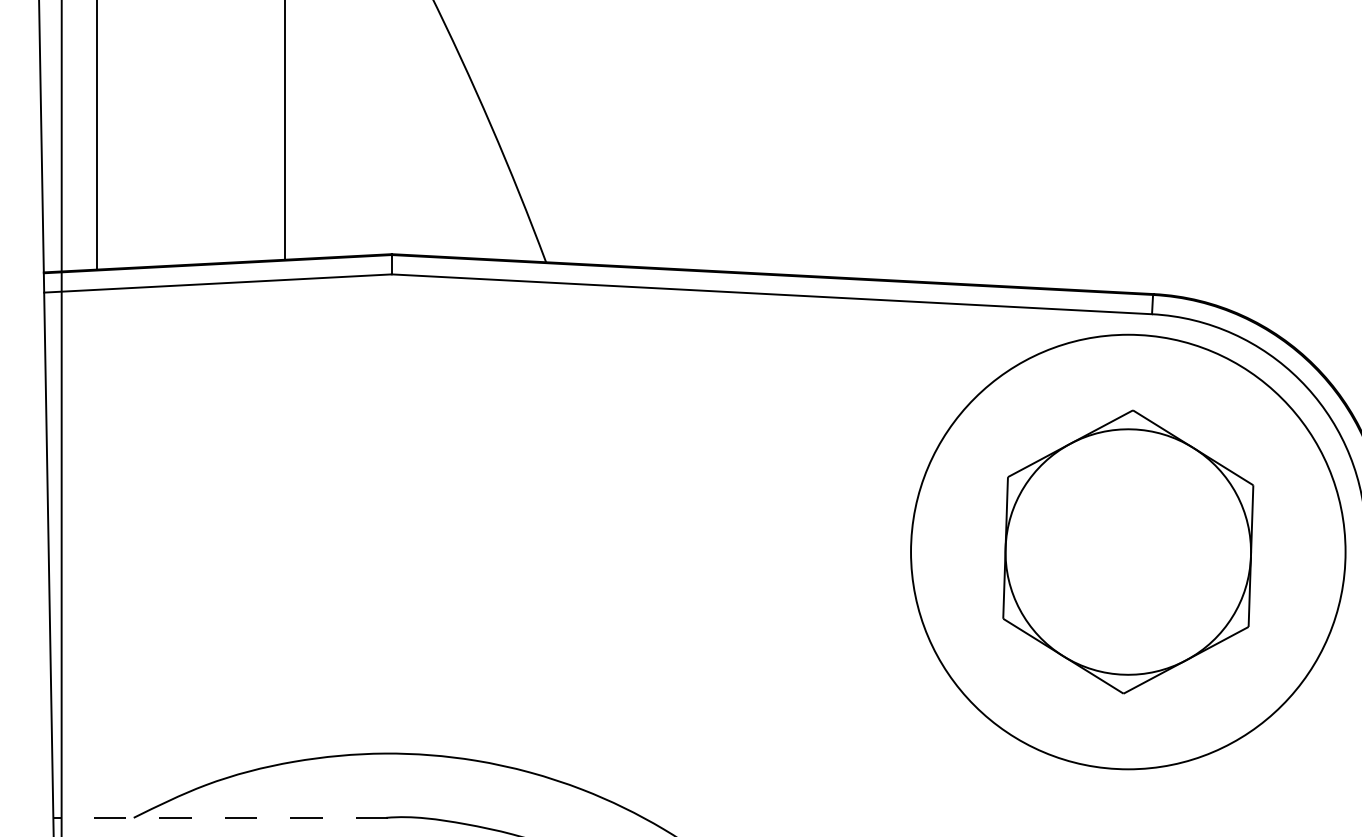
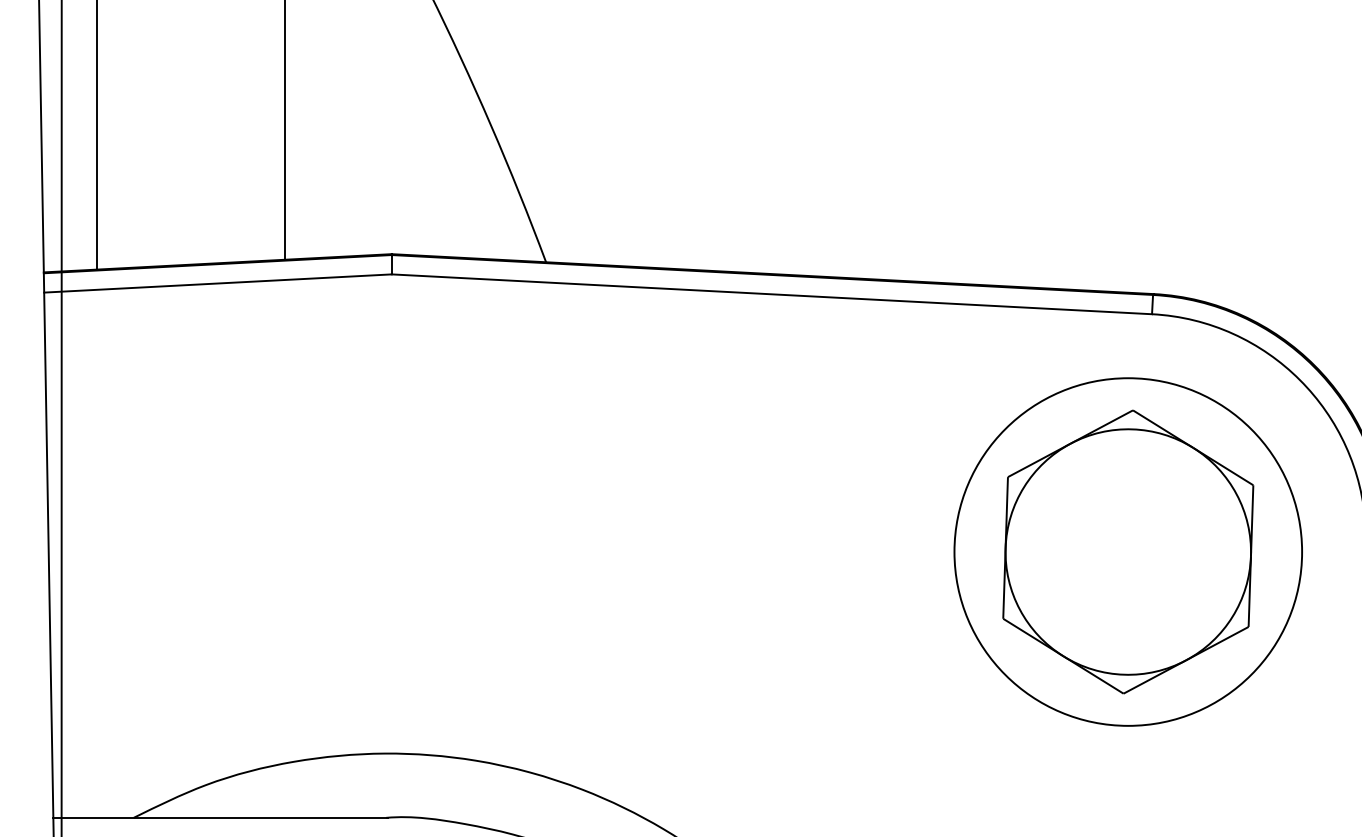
circle at (1128, 551) diameter: 435 px -> 348 px
line at (220, 817): dashed -> solid
